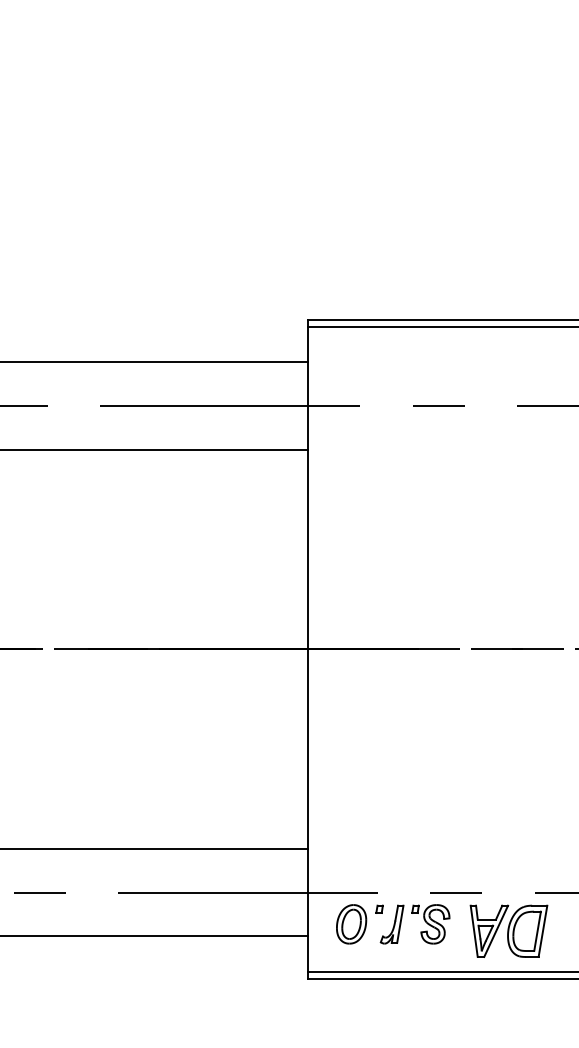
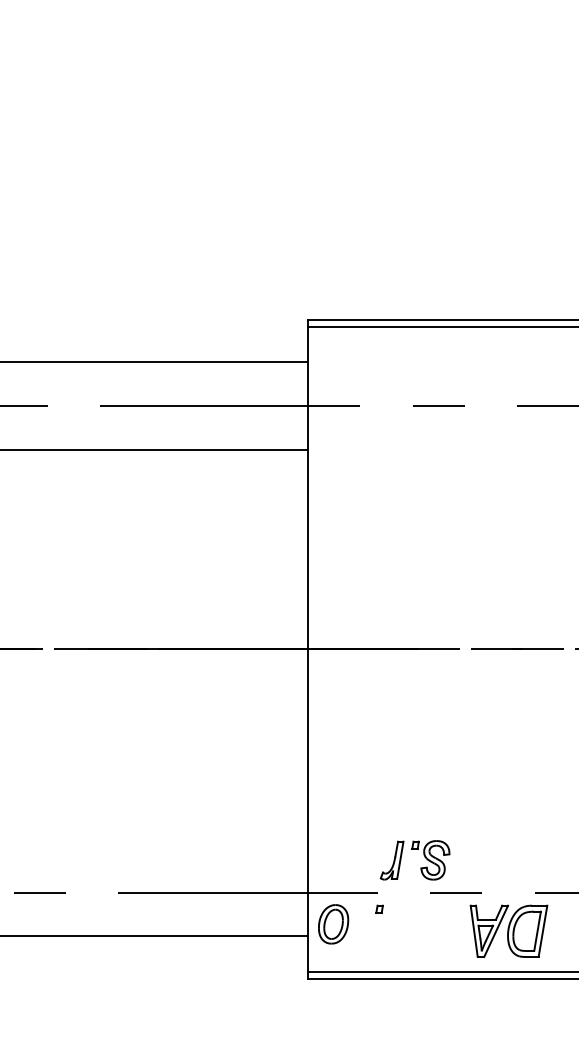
line at (154, 848): present -> none
part at (351, 924) position: (351, 924) -> (333, 924)
part at (420, 931) position: (420, 931) -> (420, 867)
